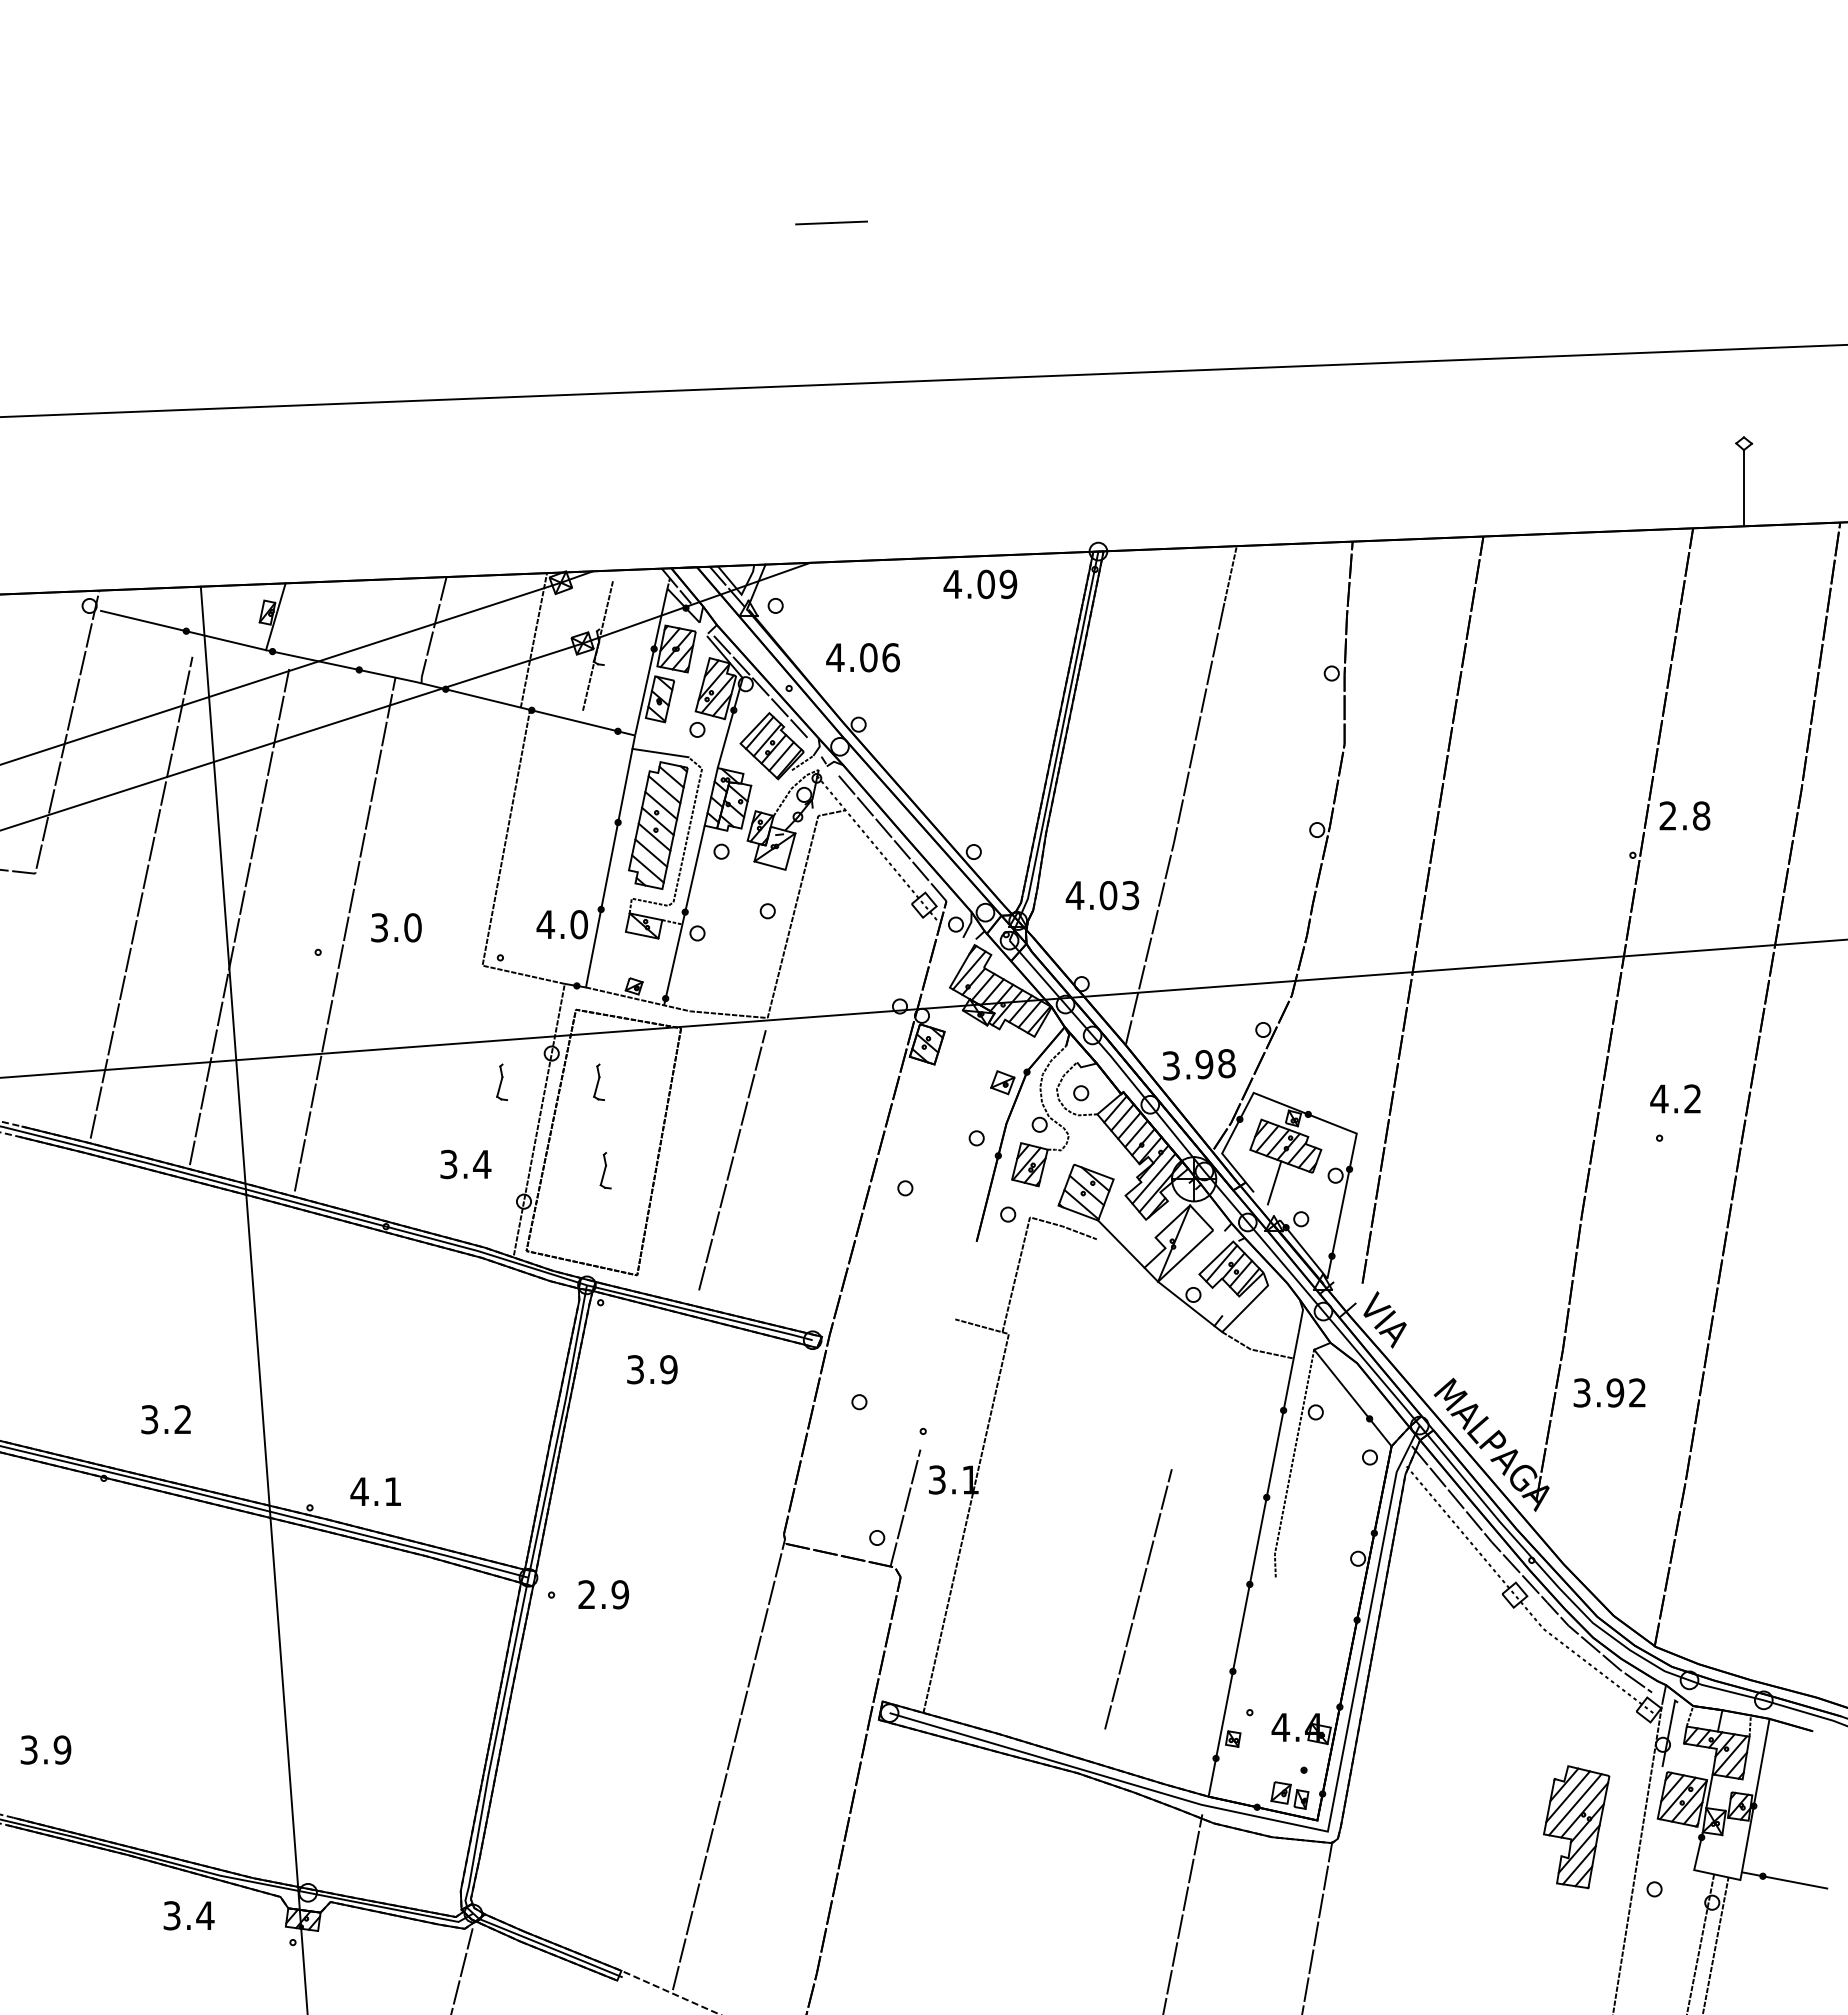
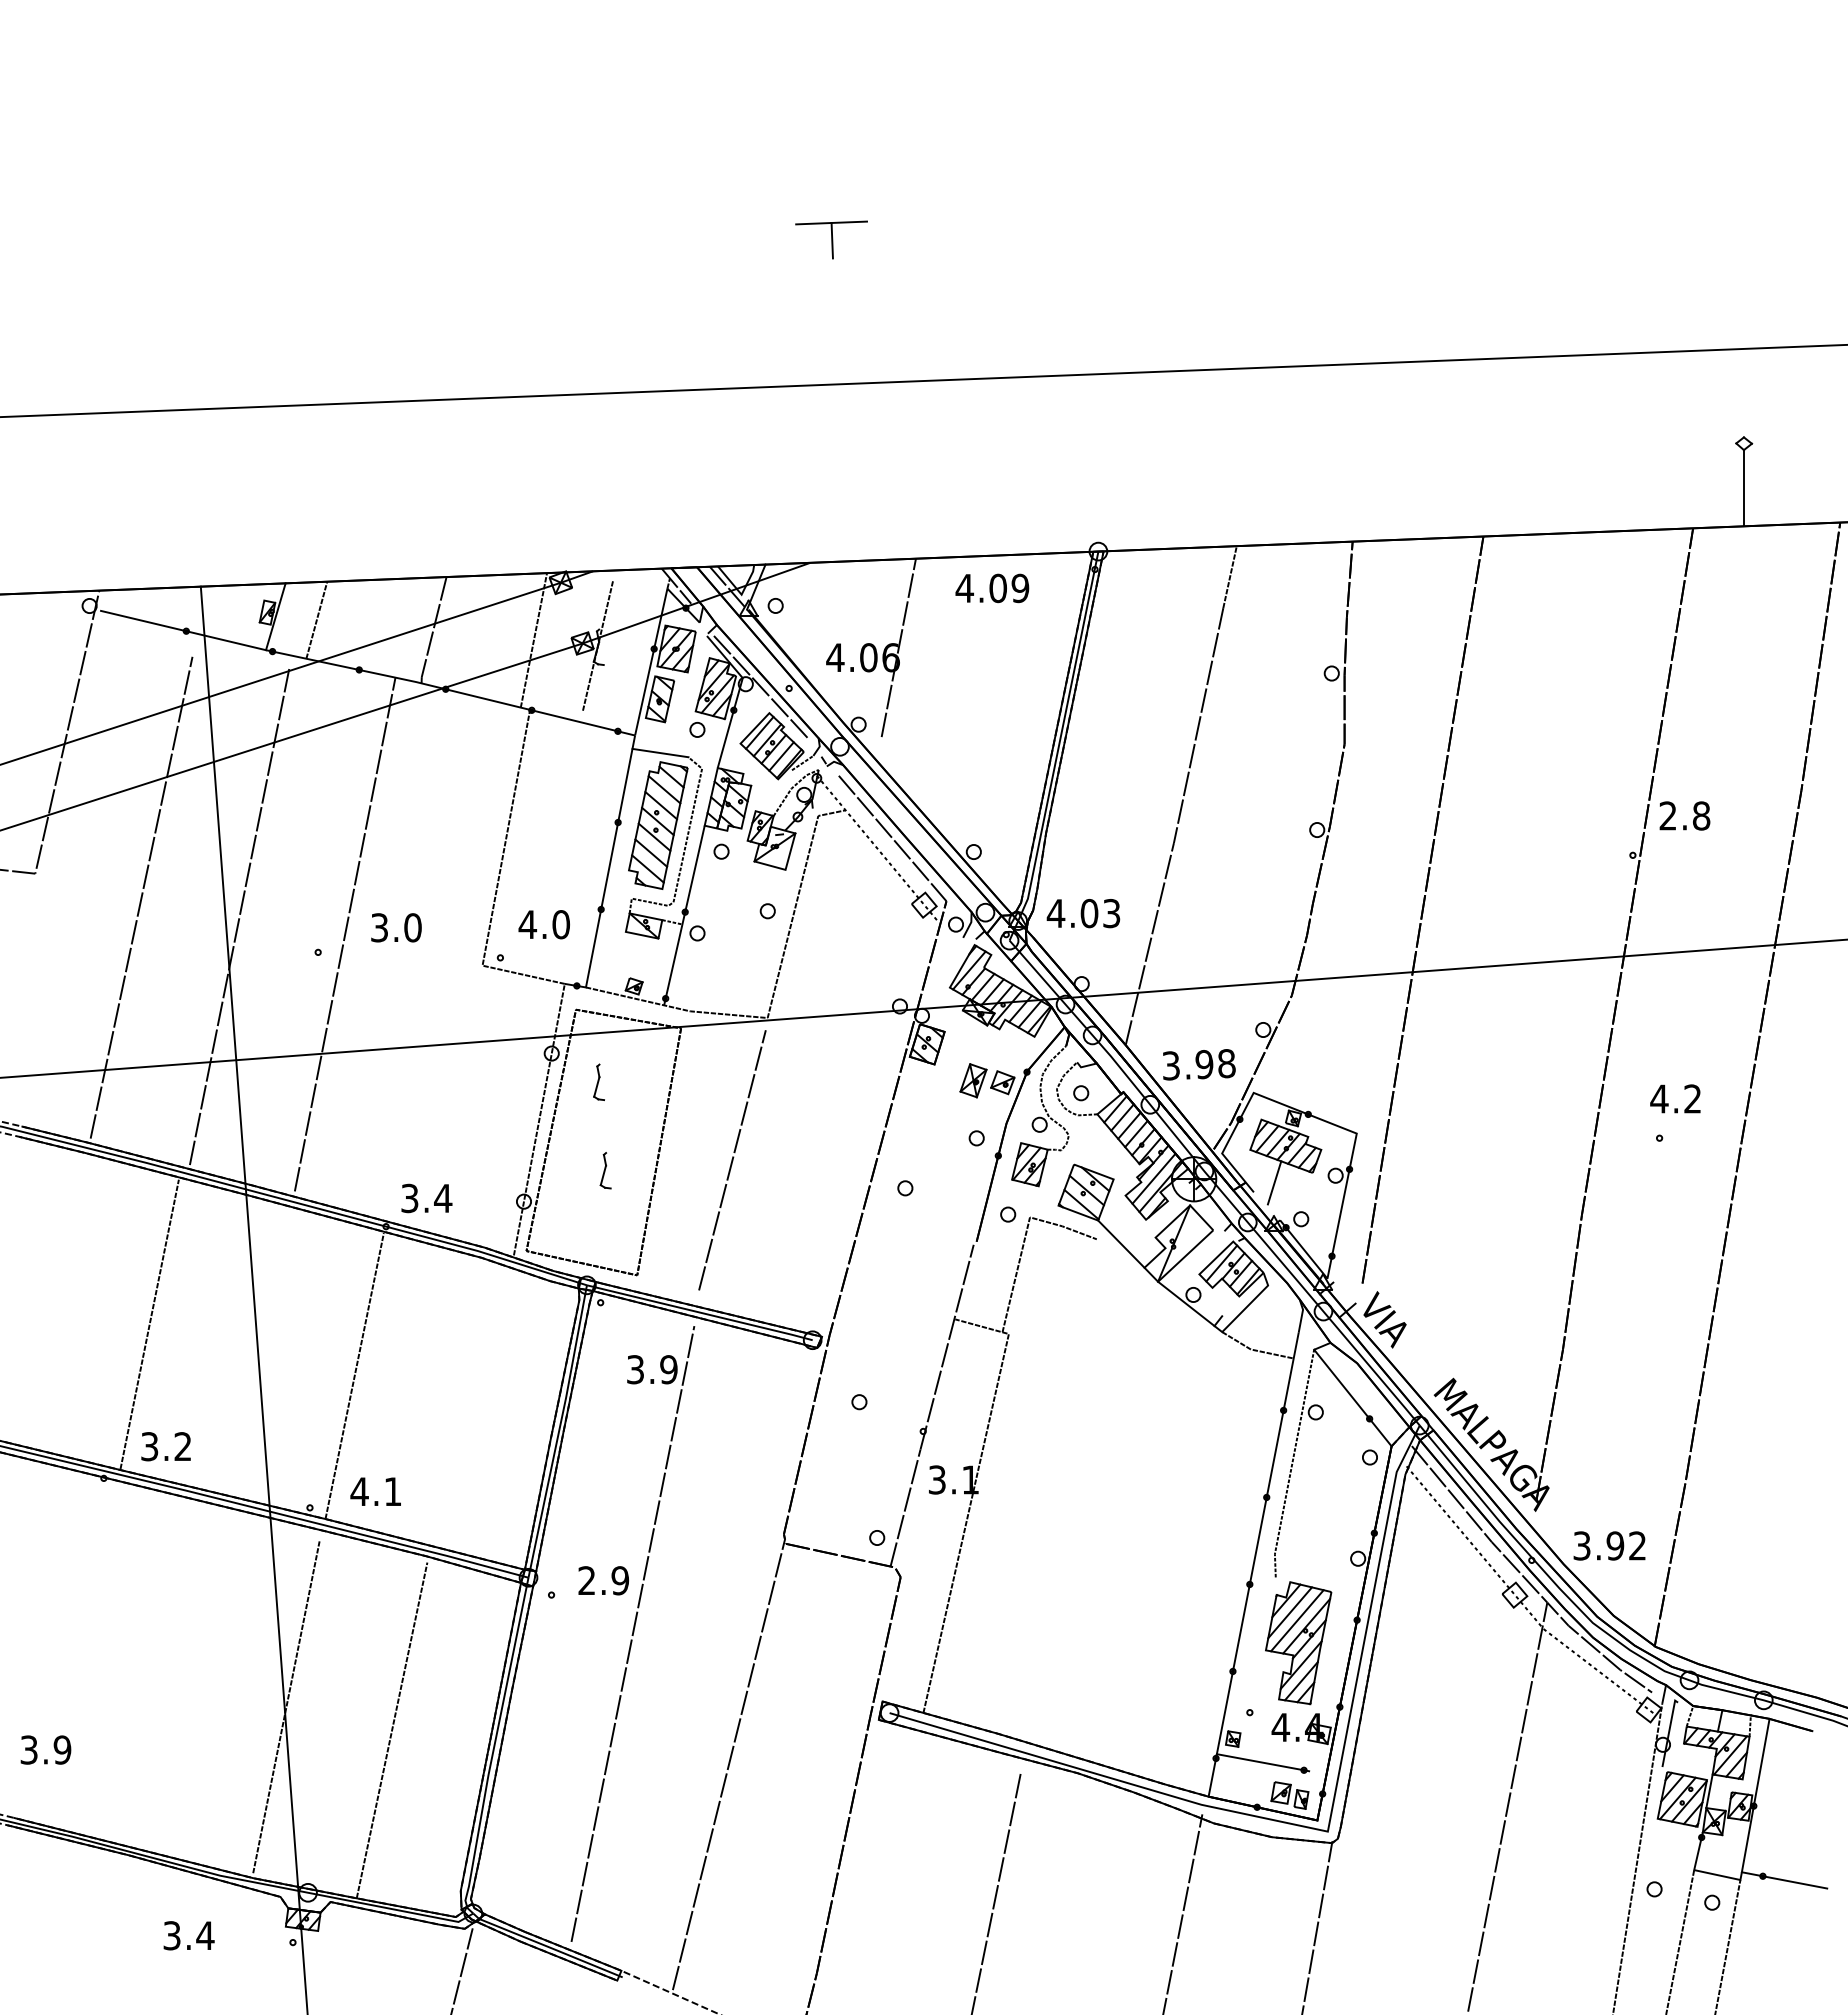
line at (831, 240): none -> present
text at (980, 584) position: (980, 584) -> (992, 588)
line at (316, 619): none -> present
line at (898, 647): none -> present
text at (1102, 895) position: (1102, 895) -> (1083, 913)
text at (561, 924) position: (561, 924) -> (543, 924)
part at (973, 1080): none -> present
part at (501, 1081): present -> none
text at (465, 1164) position: (465, 1164) -> (426, 1198)
line at (149, 1323): none -> present
line at (946, 1346): none -> present
line at (354, 1375): none -> present
text at (1609, 1392) position: (1609, 1392) -> (1609, 1545)
text at (165, 1419) position: (165, 1419) -> (165, 1446)
text at (603, 1594) position: (603, 1594) -> (603, 1580)
line at (1138, 1599): present -> none
line at (632, 1633): none -> present
line at (286, 1707): none -> present
line at (391, 1730): none -> present
line at (1262, 1762): none -> present
line at (1507, 1806): none -> present
part at (1576, 1827) position: (1576, 1827) -> (1298, 1643)
line at (996, 1890): none -> present
text at (188, 1915) position: (188, 1915) -> (188, 1935)
line at (1700, 1942) position: (1700, 1942) -> (1680, 1940)
line at (1715, 1944) position: (1715, 1944) -> (1727, 1945)
